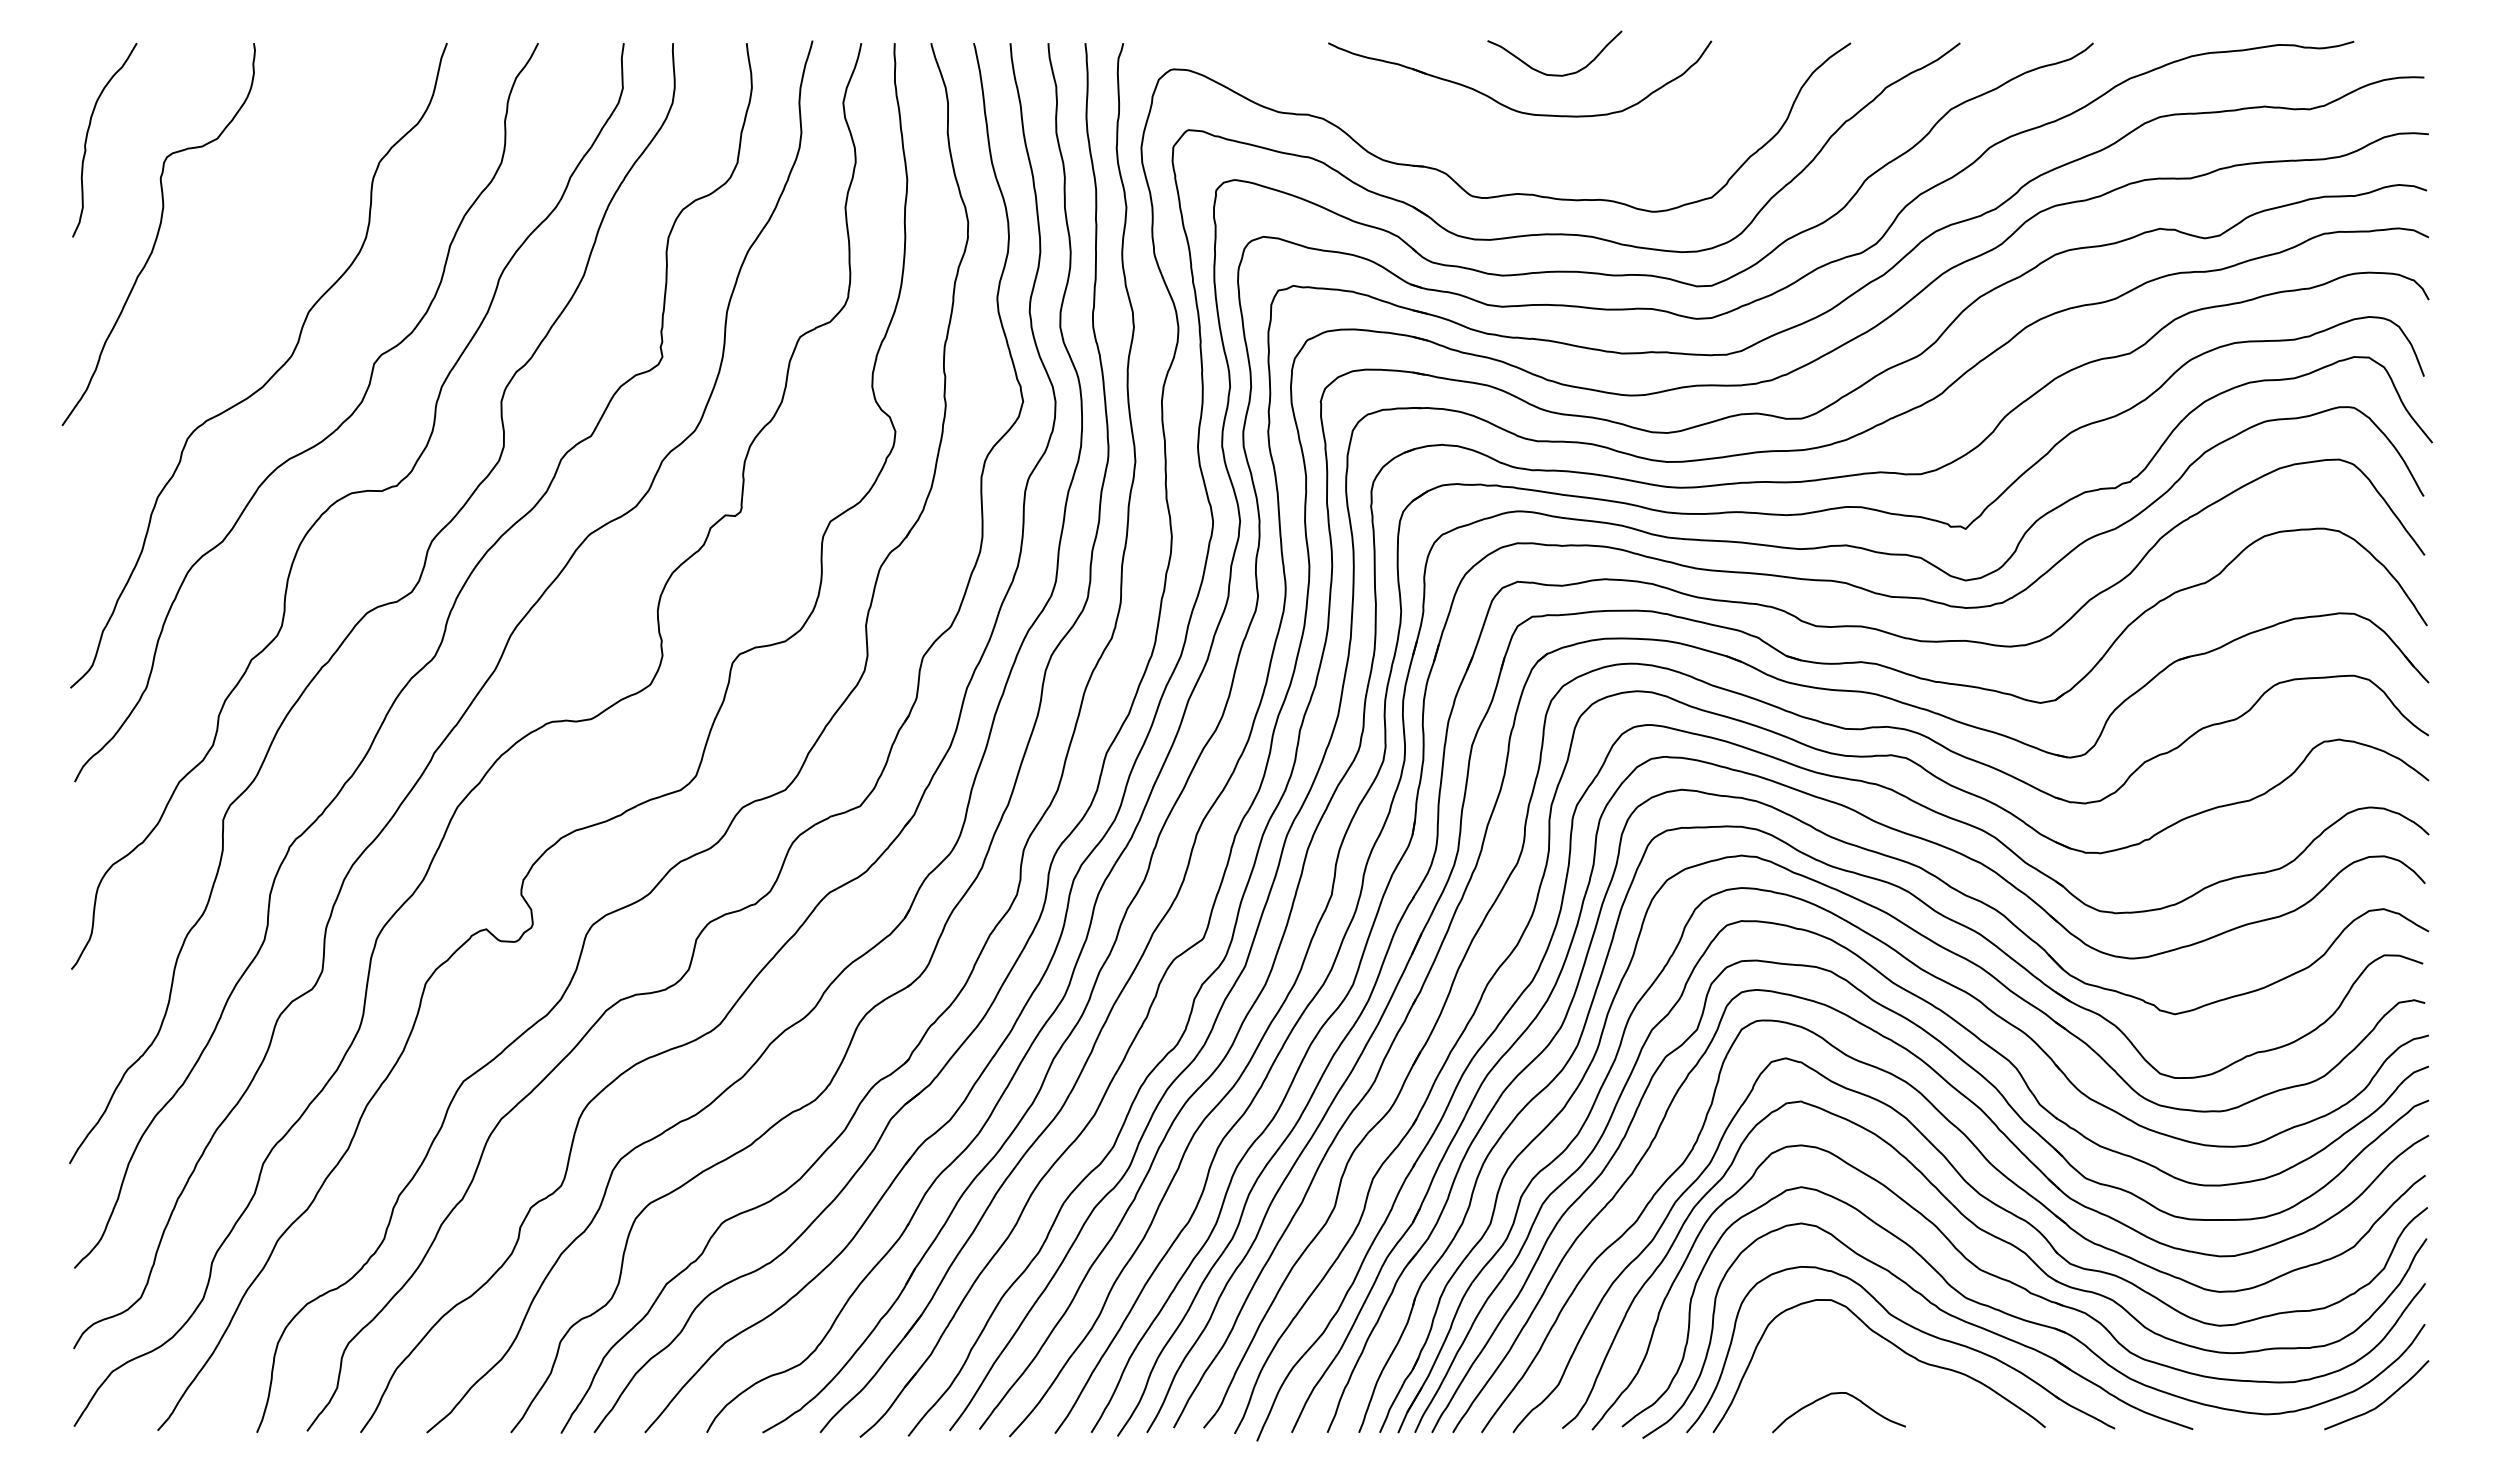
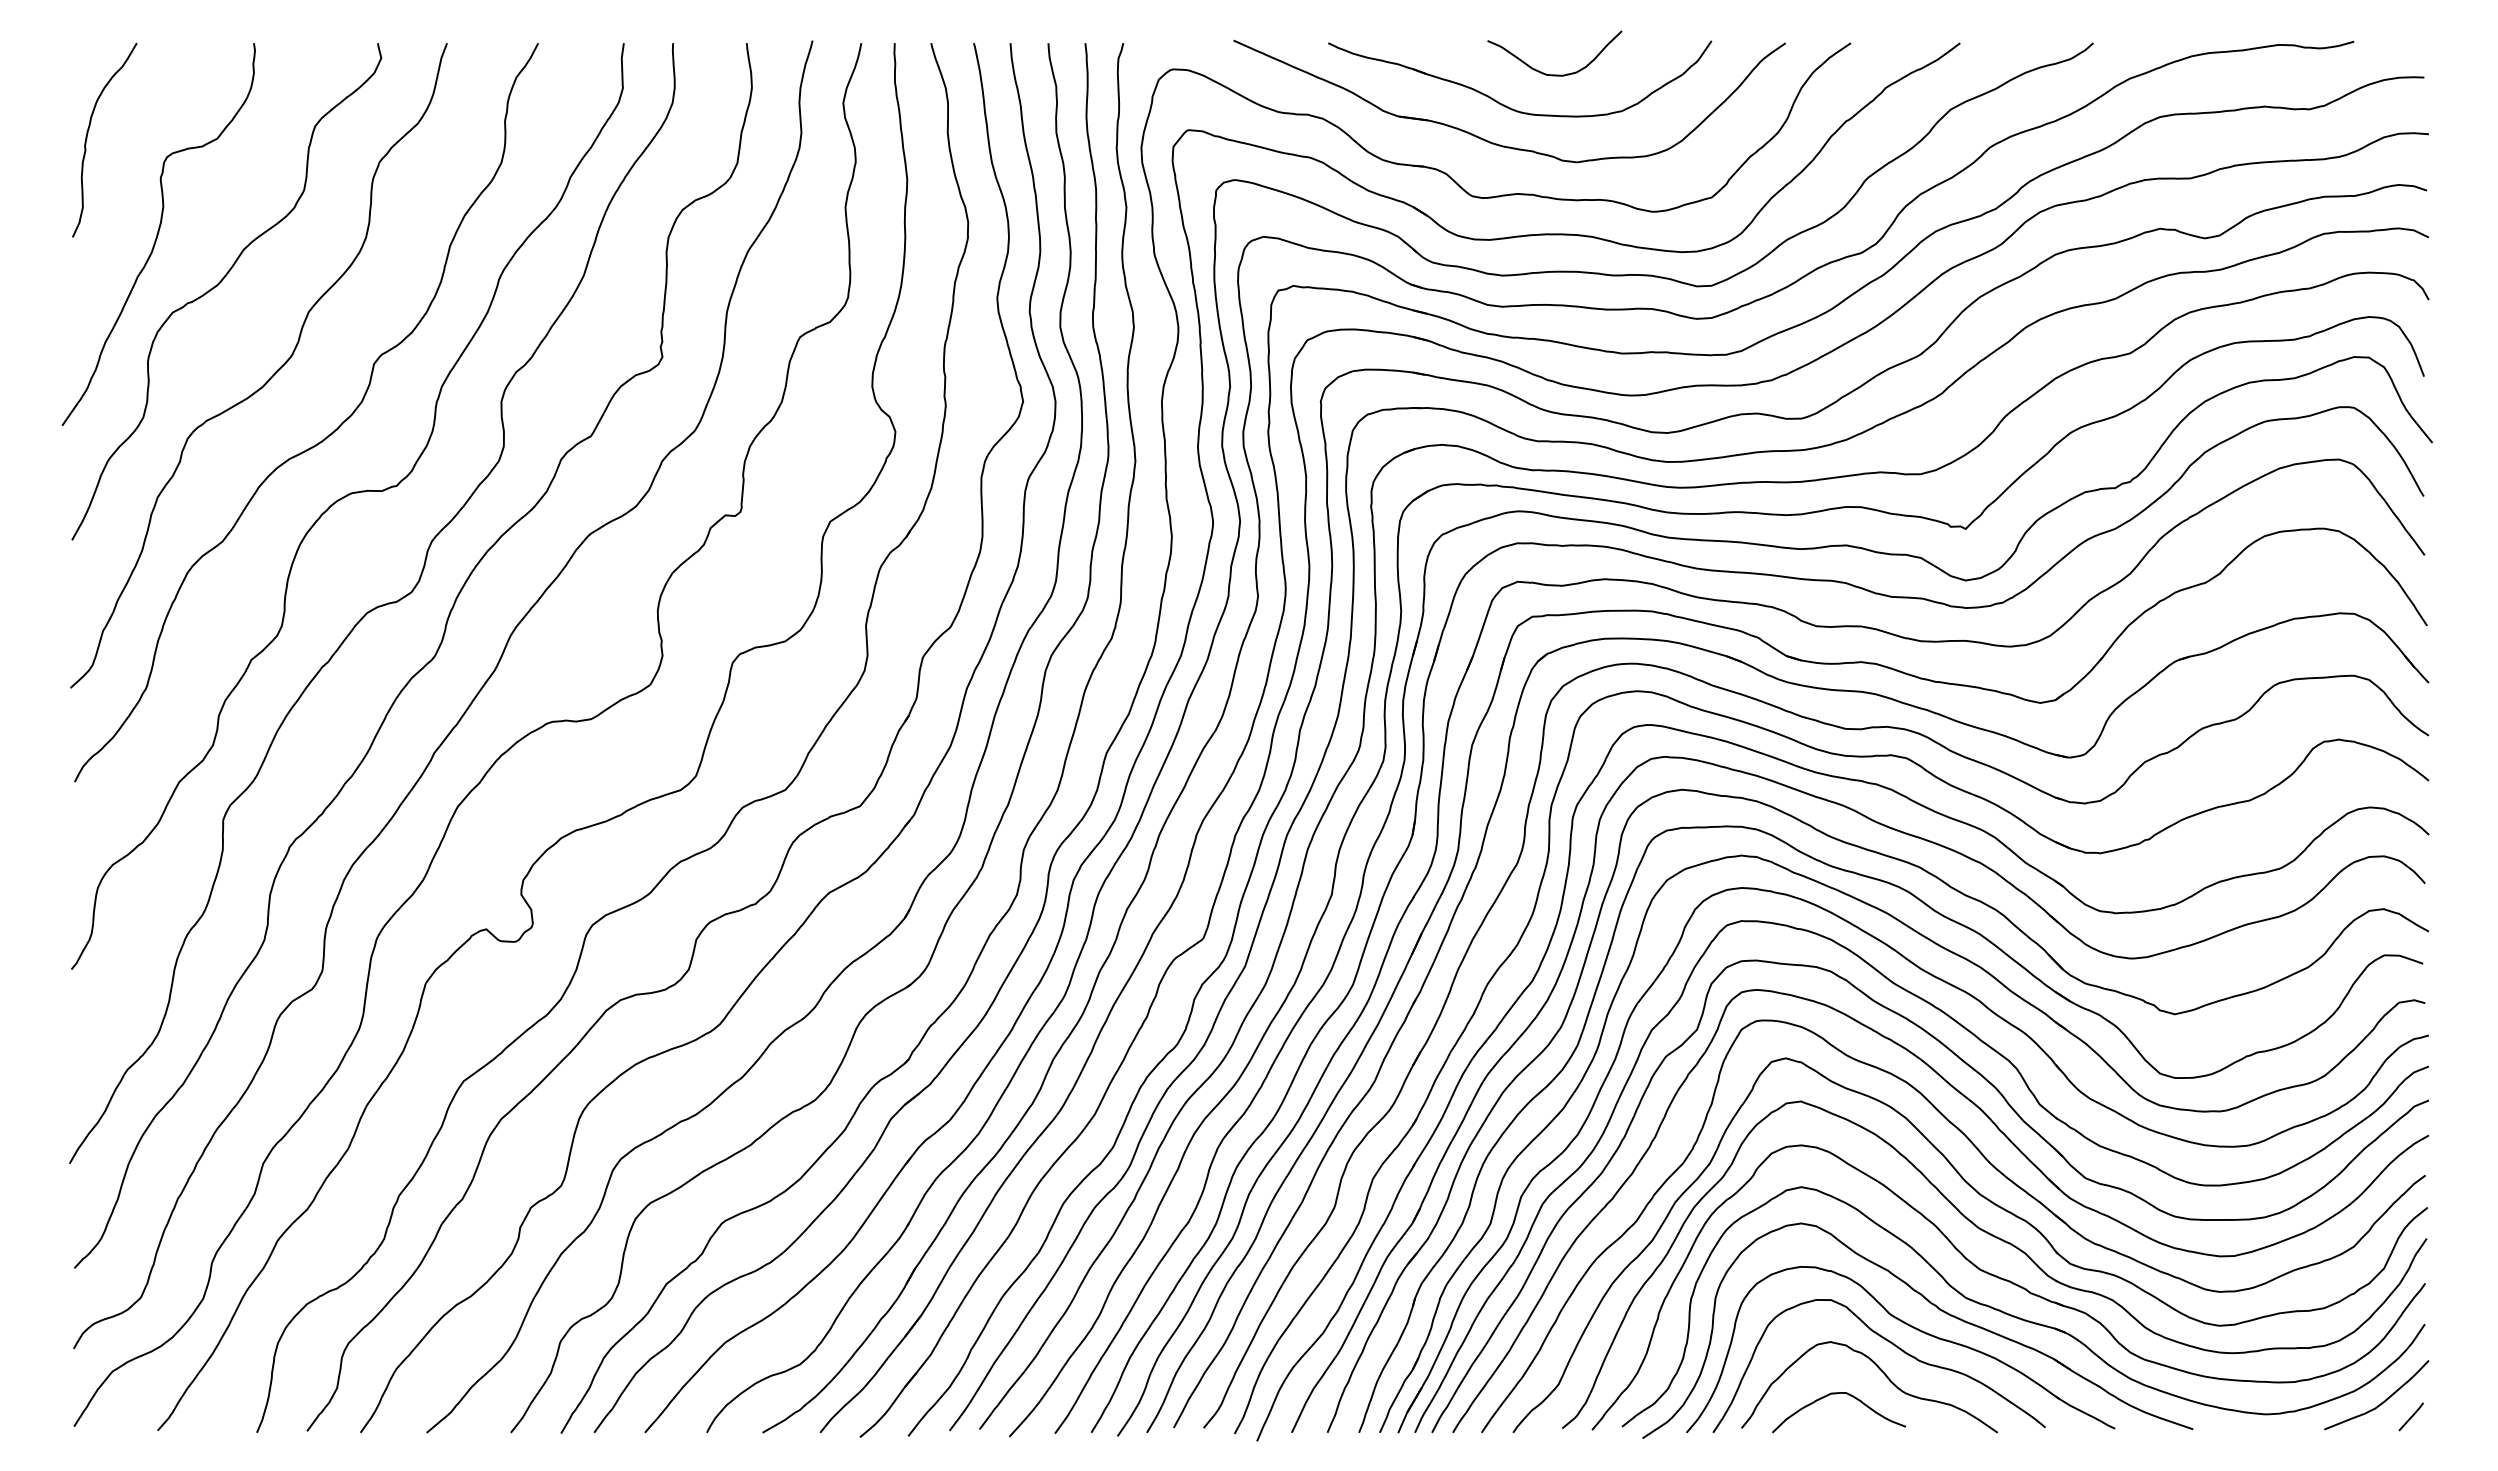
part at (1497, 143): none -> present
curve at (219, 284): none -> present
curve at (1884, 1375): none -> present
line at (2410, 1416): none -> present
